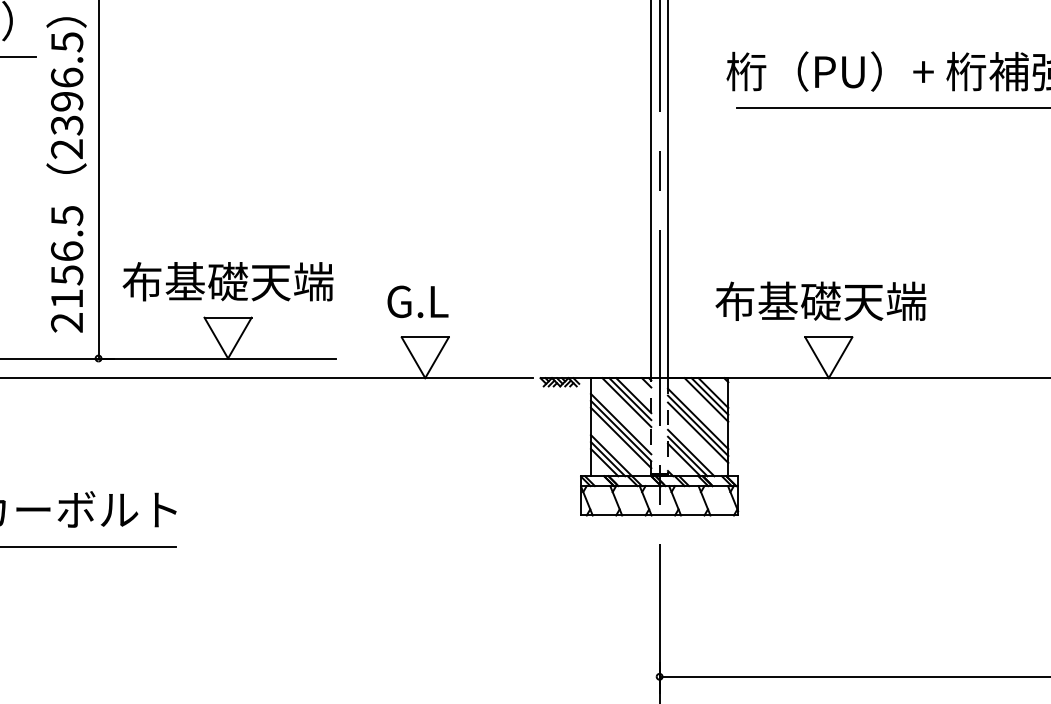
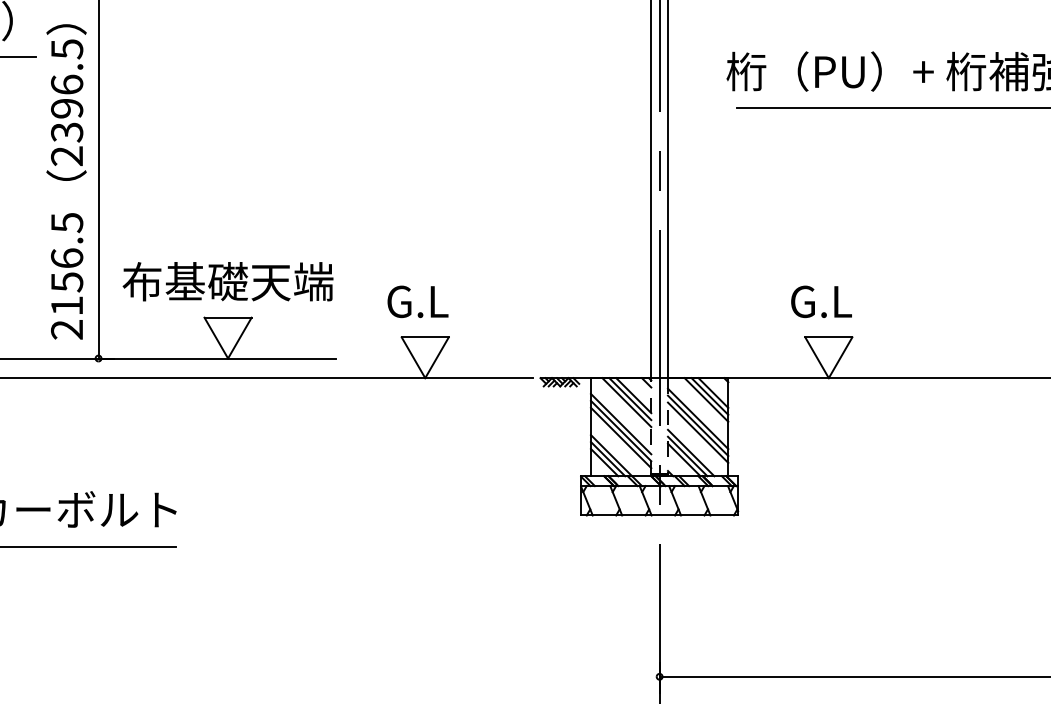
text at (66, 174) position: (66, 174) -> (66, 181)
text at (820, 300): 布基礎天端 -> G.L
